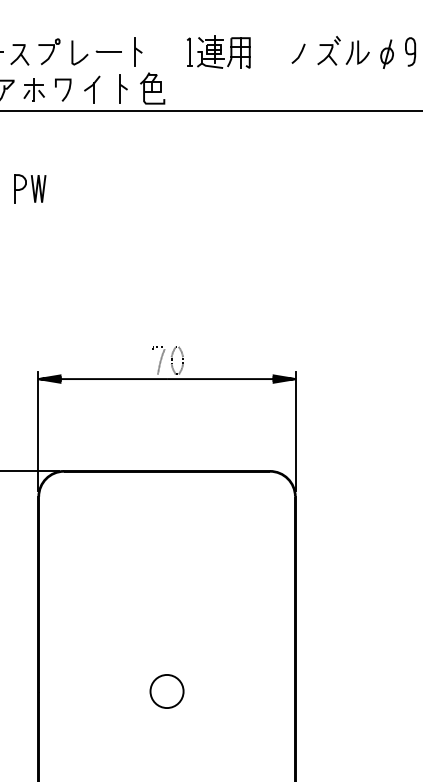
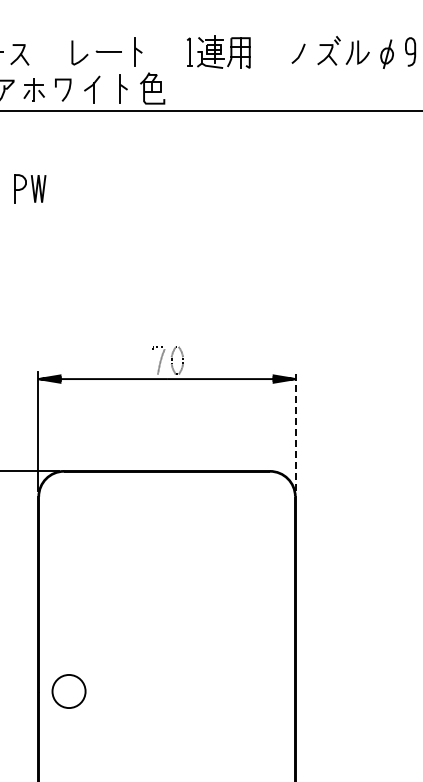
part at (49, 51): present -> none
line at (295, 431): solid -> dashed
circle at (166, 691) position: (166, 691) -> (68, 691)
